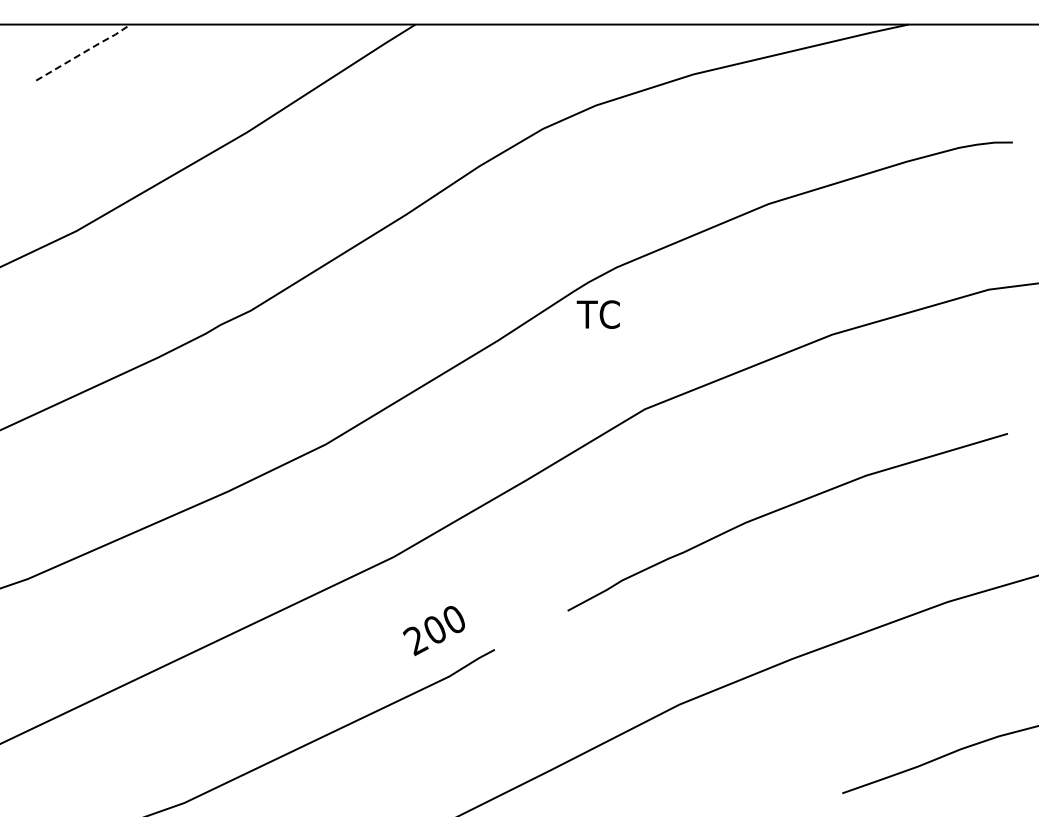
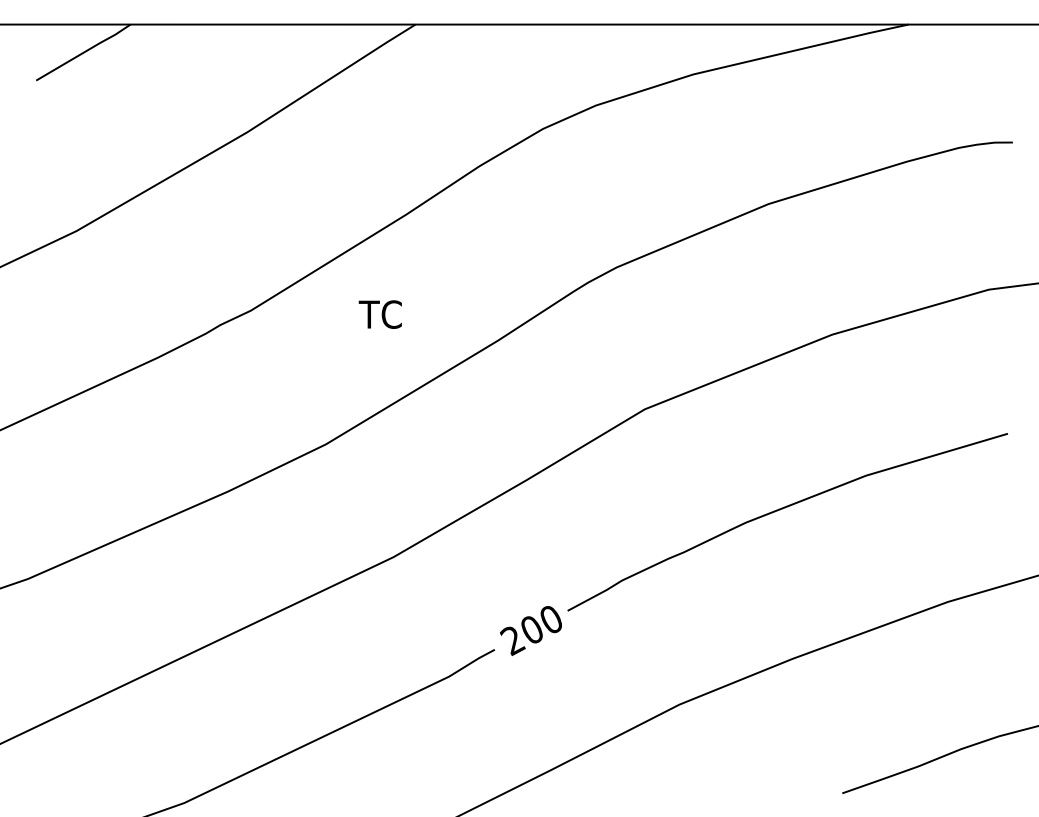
line at (85, 51): dashed -> solid
text at (597, 314) position: (597, 314) -> (379, 314)
text at (433, 630) position: (433, 630) -> (530, 630)
